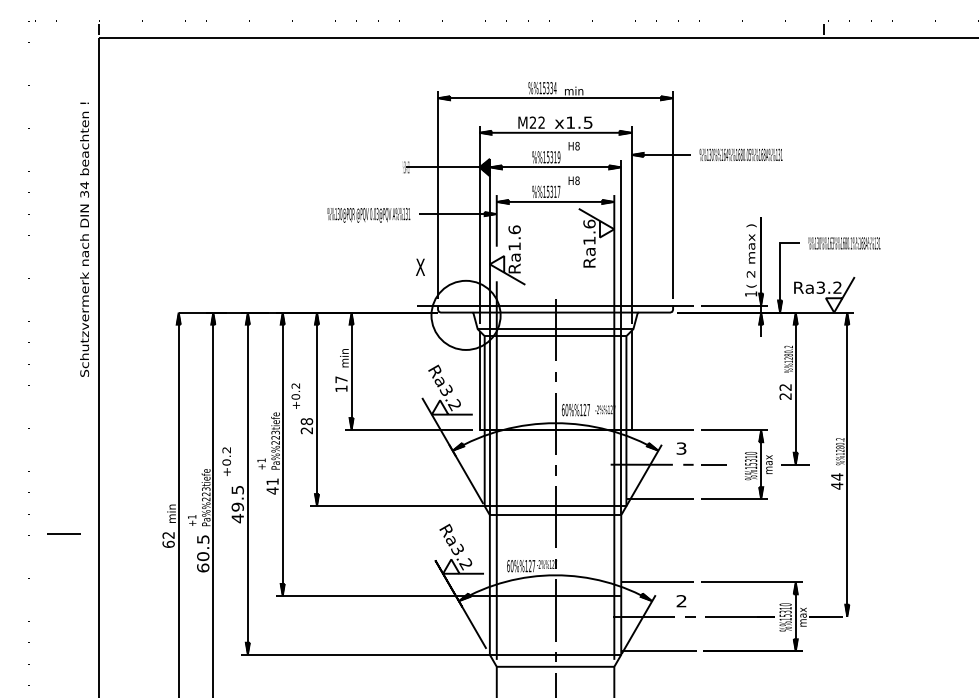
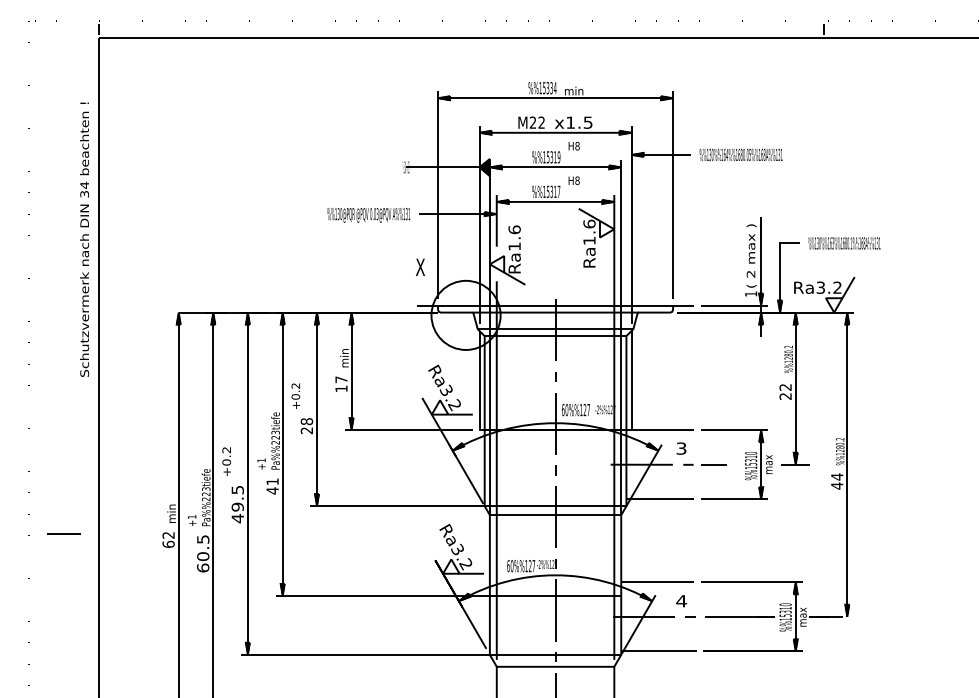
text at (681, 601): 2 -> 4
